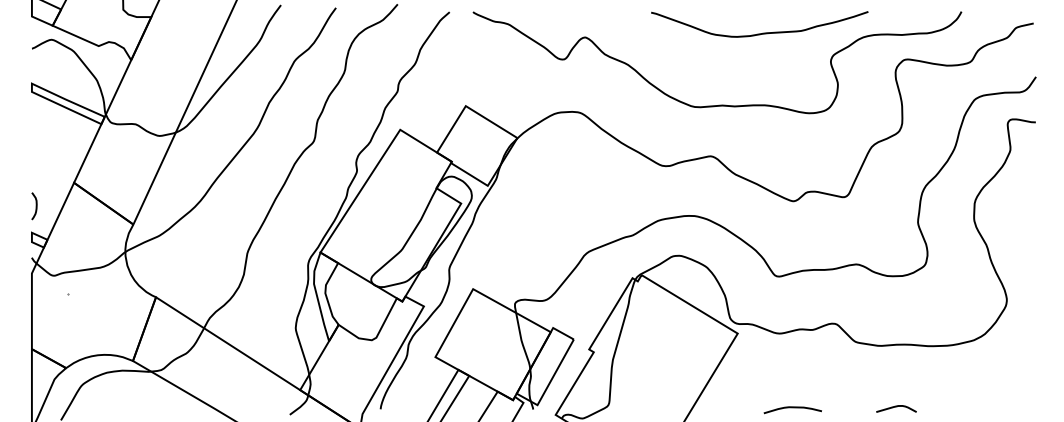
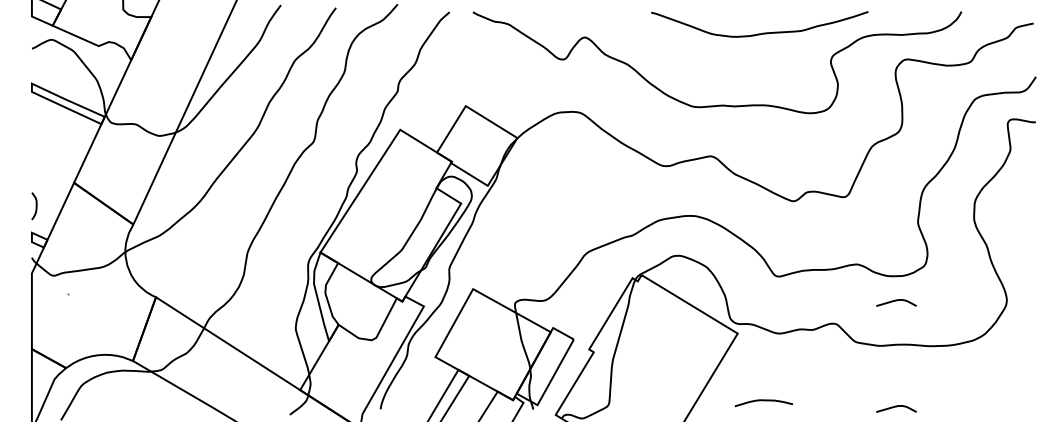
curve at (896, 301): none -> present
curve at (792, 408) position: (792, 408) -> (763, 401)
